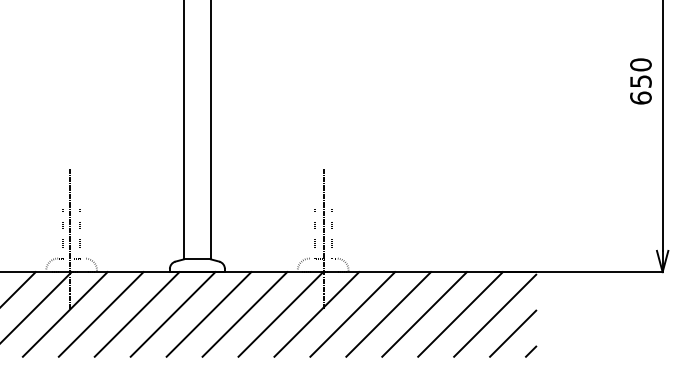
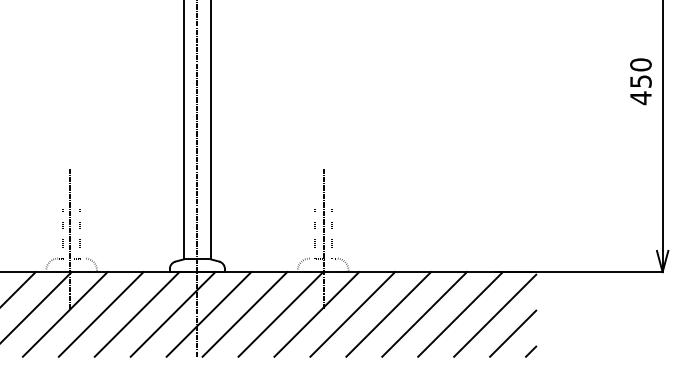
text at (640, 98): 650 -> 450
line at (197, 179): none -> present
